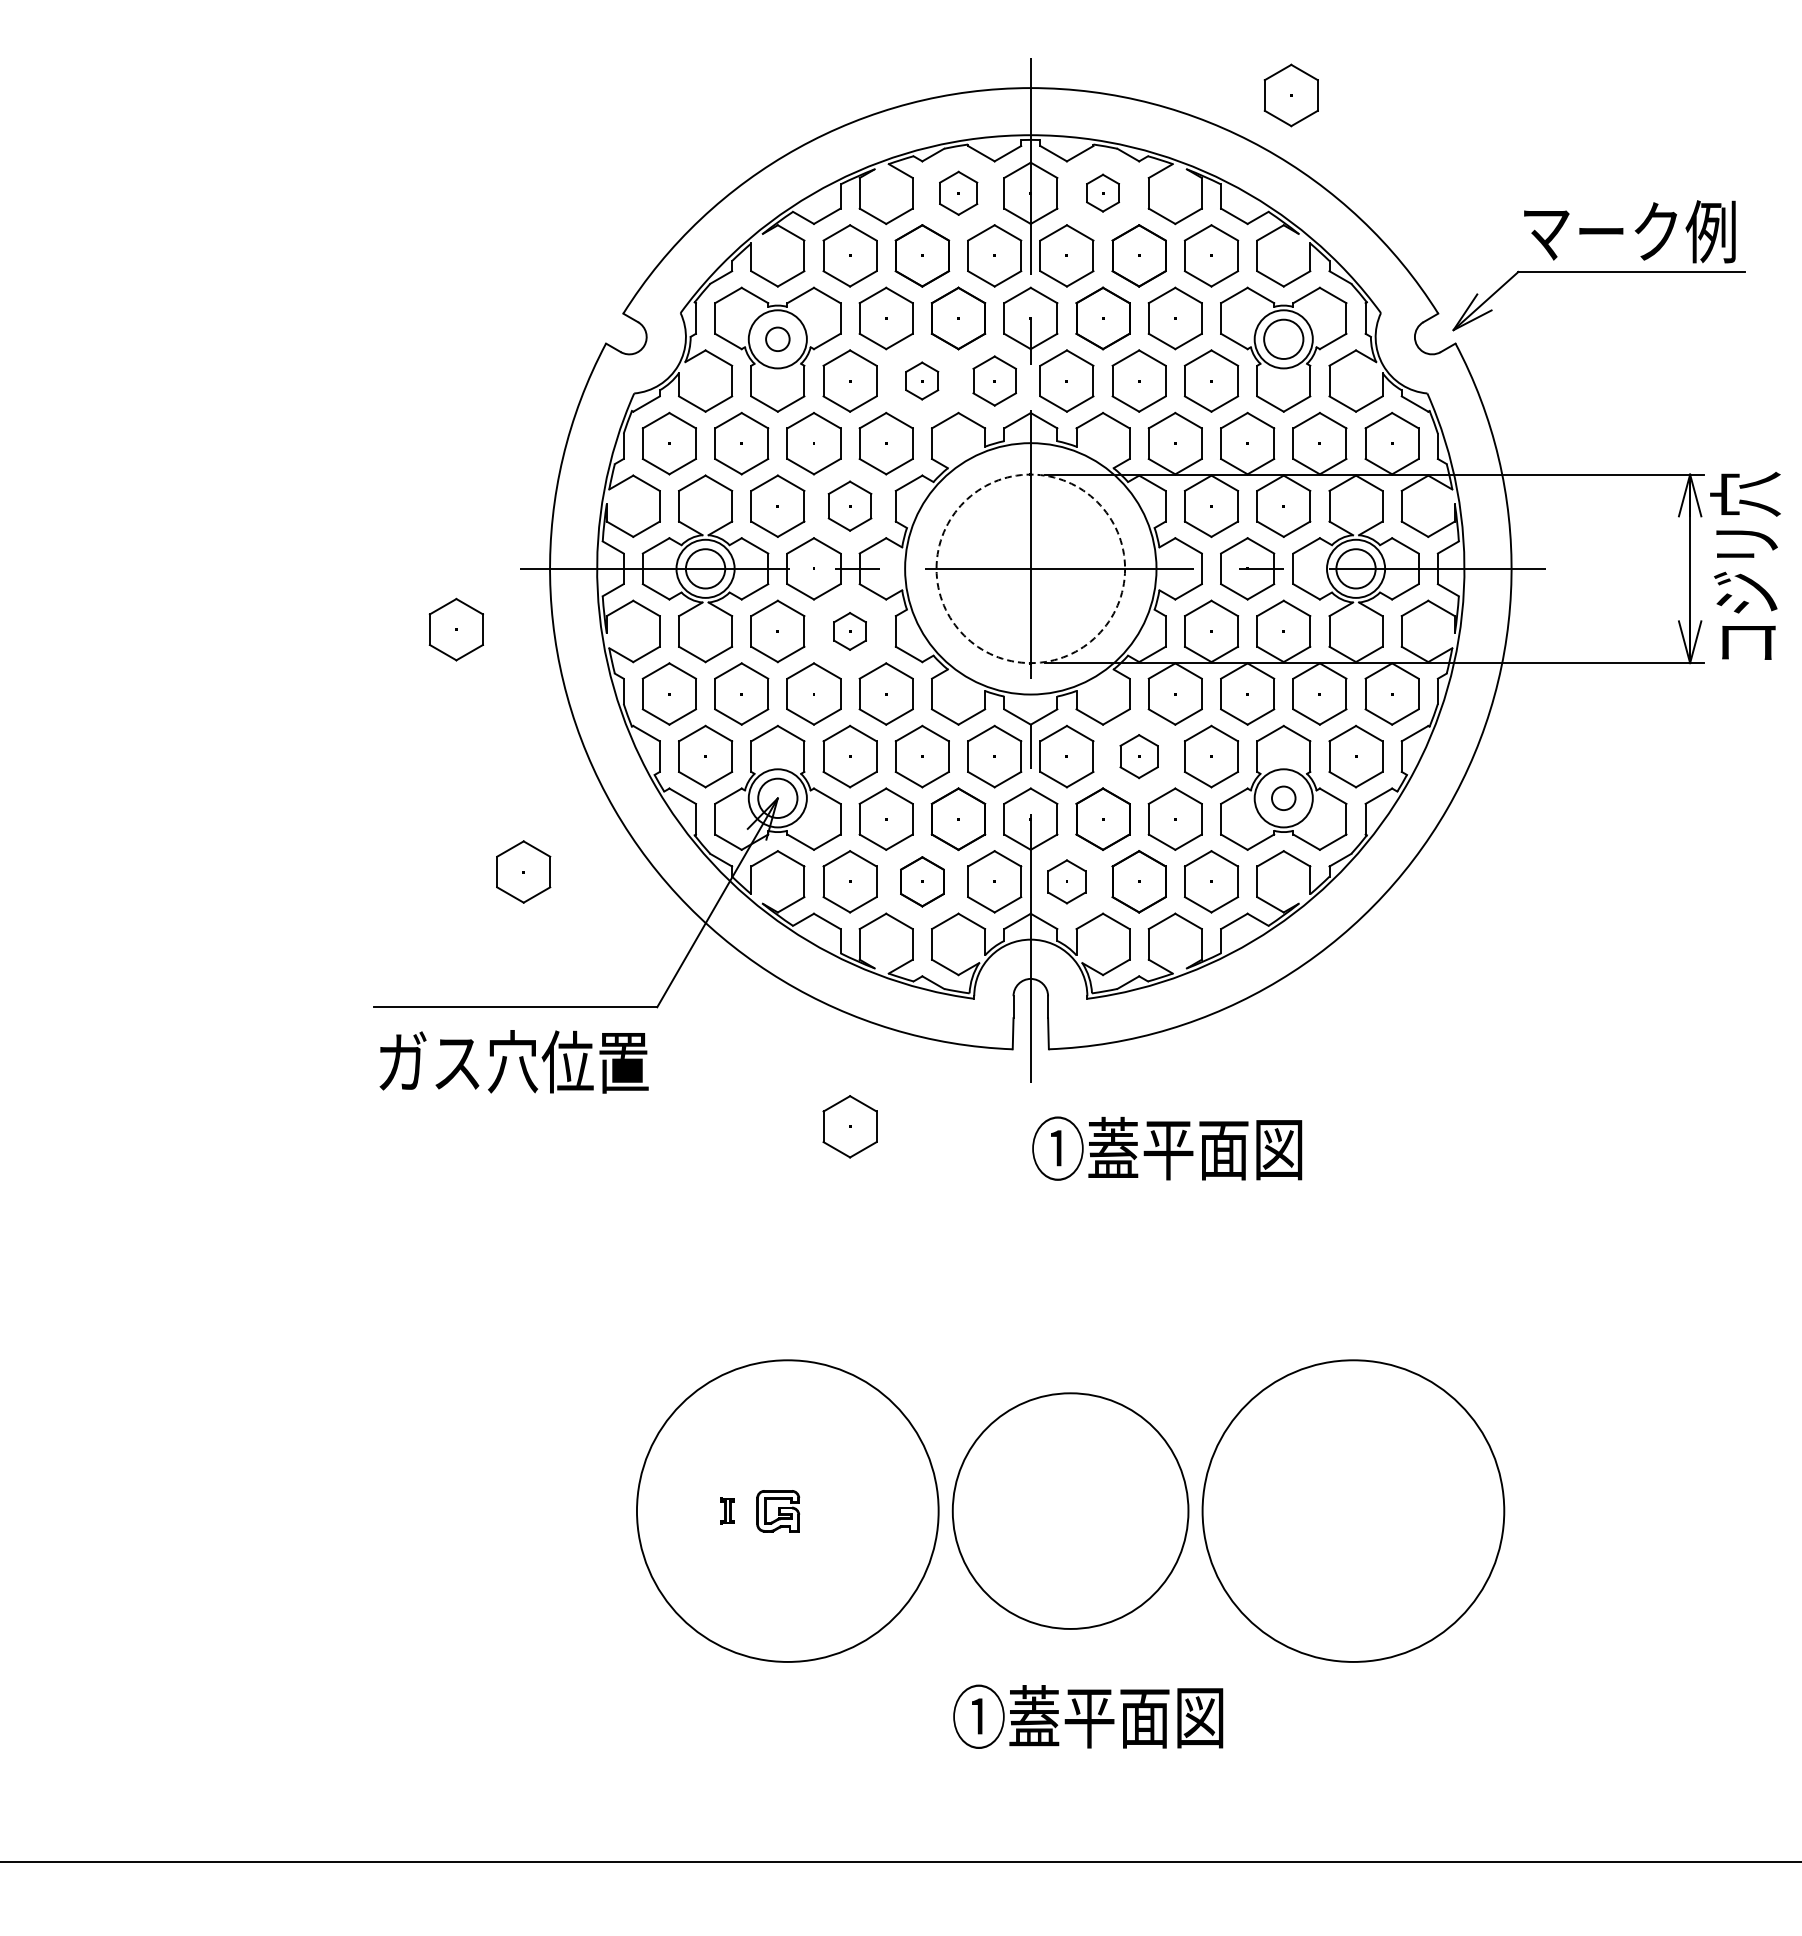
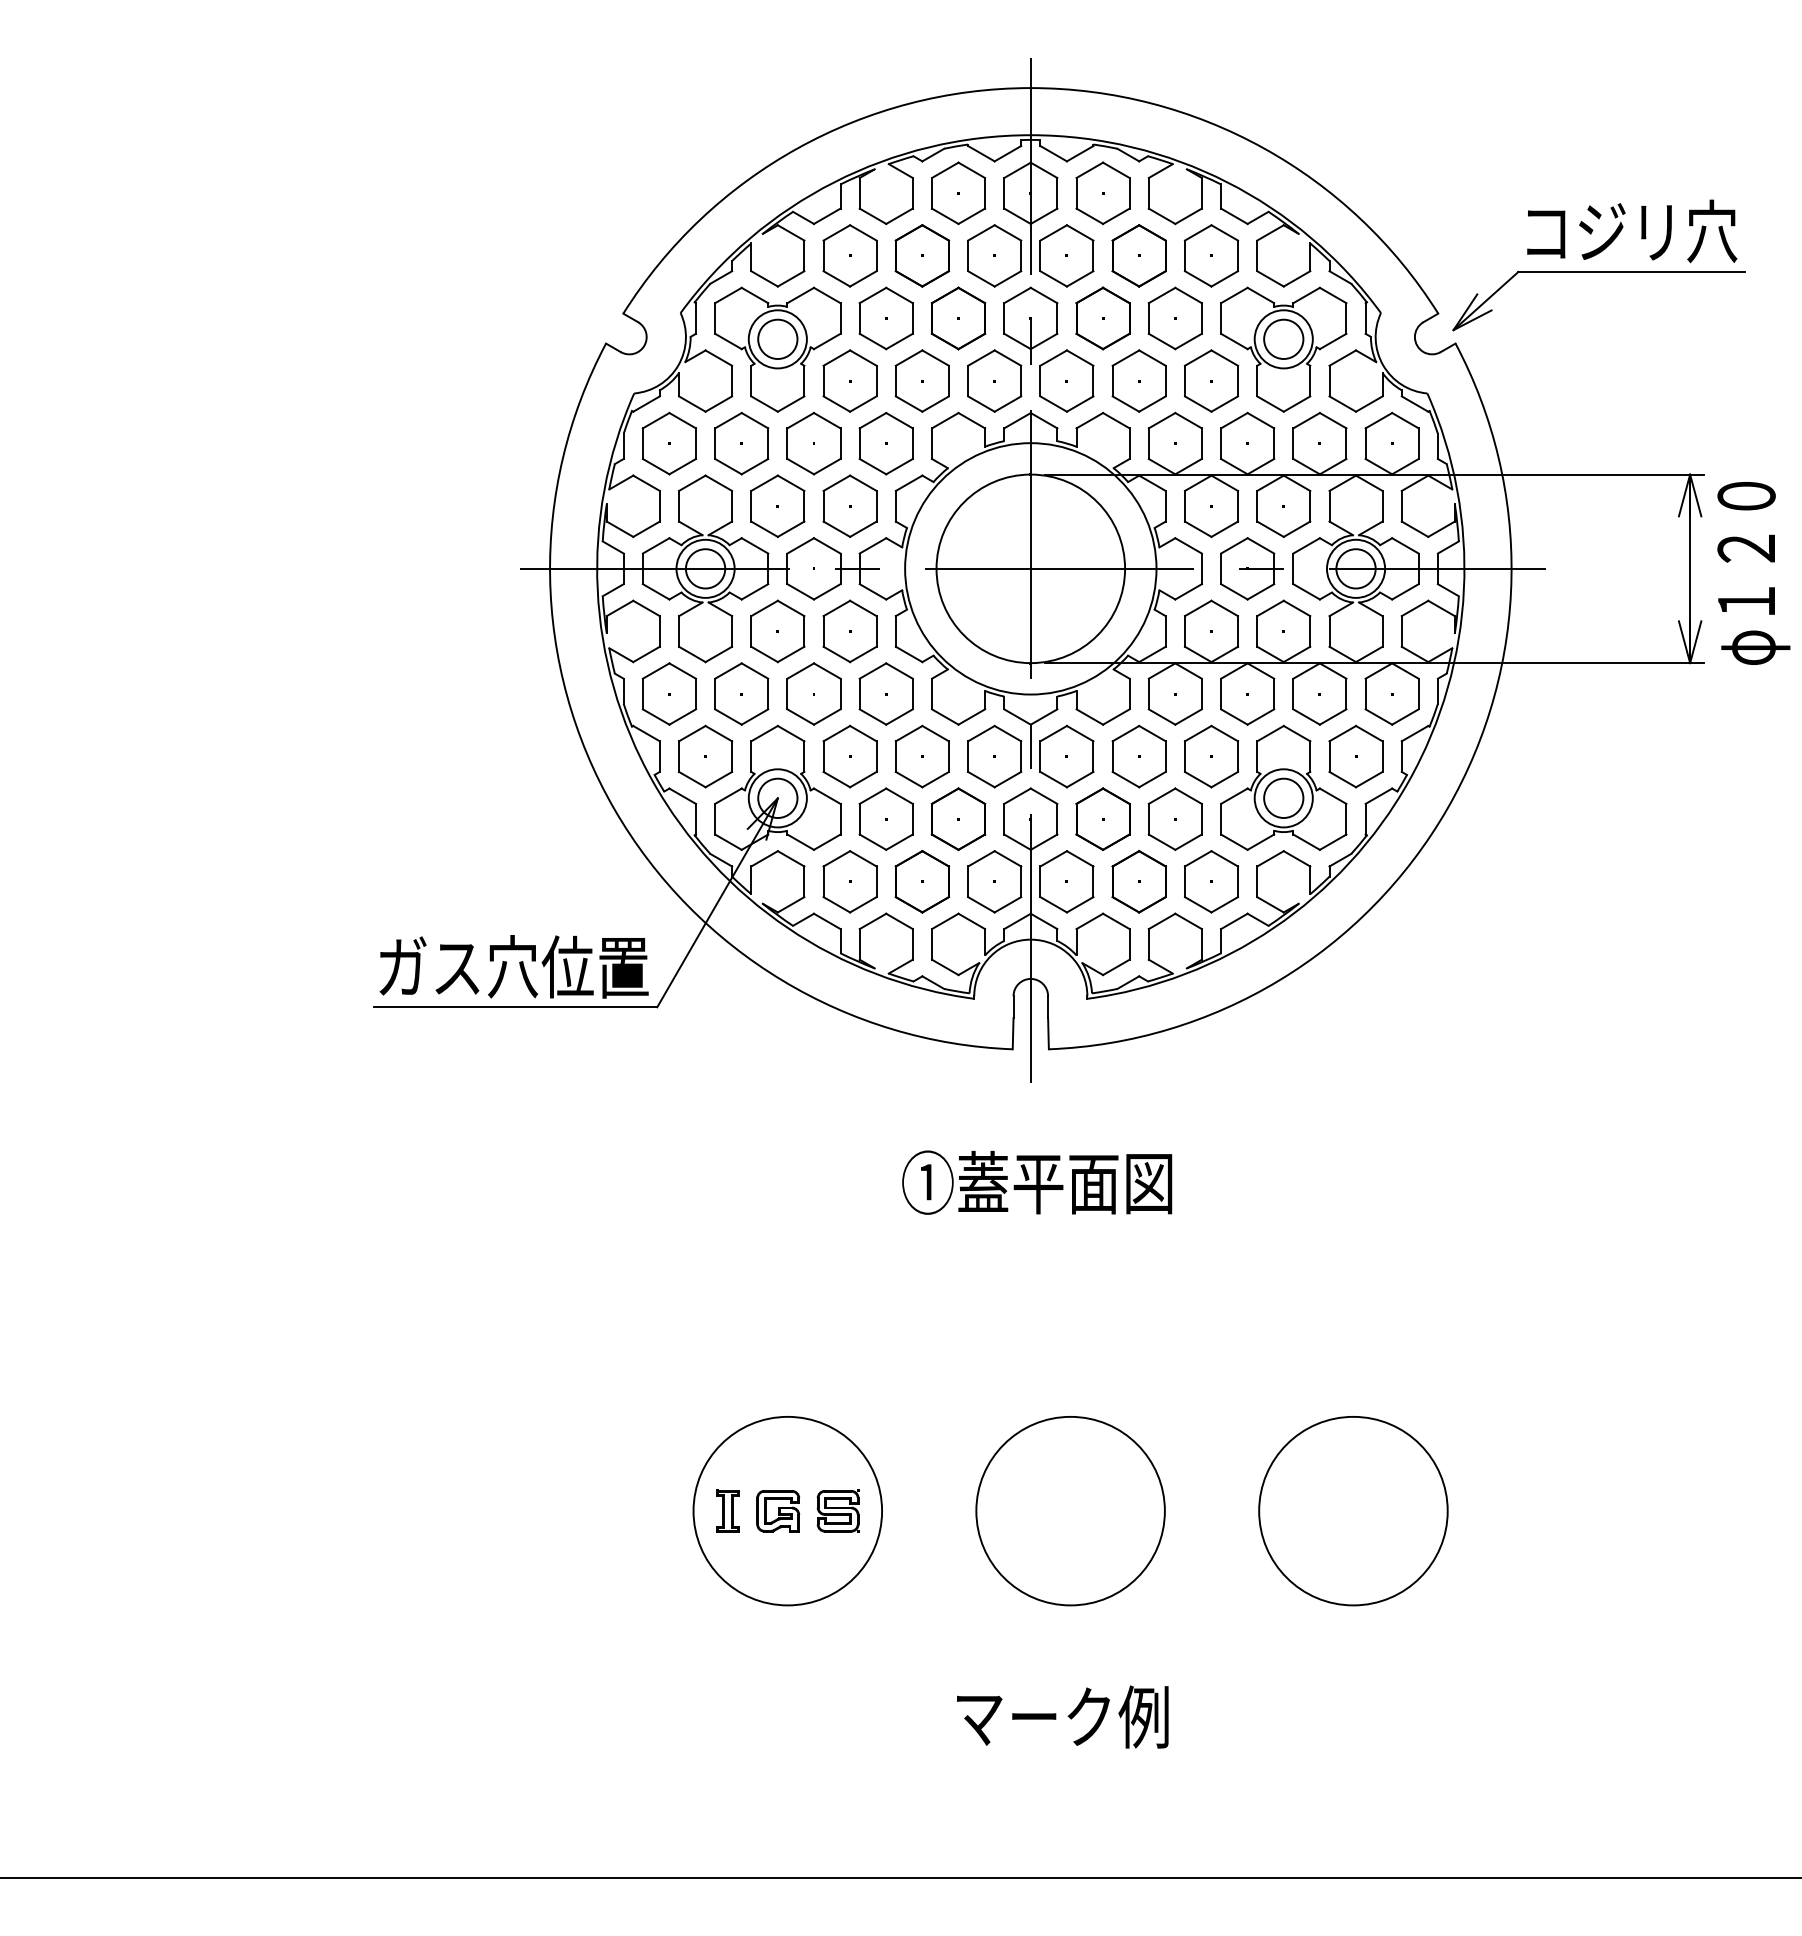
part at (1290, 95): present -> none
part at (958, 192) size: 40x46 px -> 56x65 px
part at (1102, 192) size: 34x40 px -> 56x64 px
text at (1630, 231): マーク例 -> コジリ穴
circle at (777, 339) diameter: 24 px -> 39 px
part at (922, 380) size: 35x40 px -> 56x64 px
part at (994, 380) size: 45x52 px -> 56x64 px
part at (849, 505) size: 46x52 px -> 56x64 px
circle at (1030, 568): dashed -> solid
text at (1750, 568): コジリ穴 -> φ１２０
part at (455, 629): present -> none
part at (849, 631) size: 34x39 px -> 56x65 px
part at (1138, 756) size: 40x46 px -> 56x65 px
circle at (1283, 798) diameter: 24 px -> 39 px
part at (523, 871): present -> none
part at (922, 881) size: 45x52 px -> 57x64 px
part at (1066, 881) size: 40x46 px -> 56x64 px
text at (513, 1061) position: (513, 1061) -> (513, 966)
part at (849, 1126): present -> none
text at (1167, 1148) position: (1167, 1148) -> (1037, 1182)
part at (727, 1510) size: 15x28 px -> 24x44 px
circle at (787, 1510) diameter: 302 px -> 189 px
part at (837, 1510): none -> present
circle at (1070, 1510) diameter: 236 px -> 189 px
circle at (1353, 1510) diameter: 302 px -> 189 px
text at (1088, 1716): ①蓋平面図 -> マーク例
line at (900, 1861) position: (900, 1861) -> (900, 1877)
